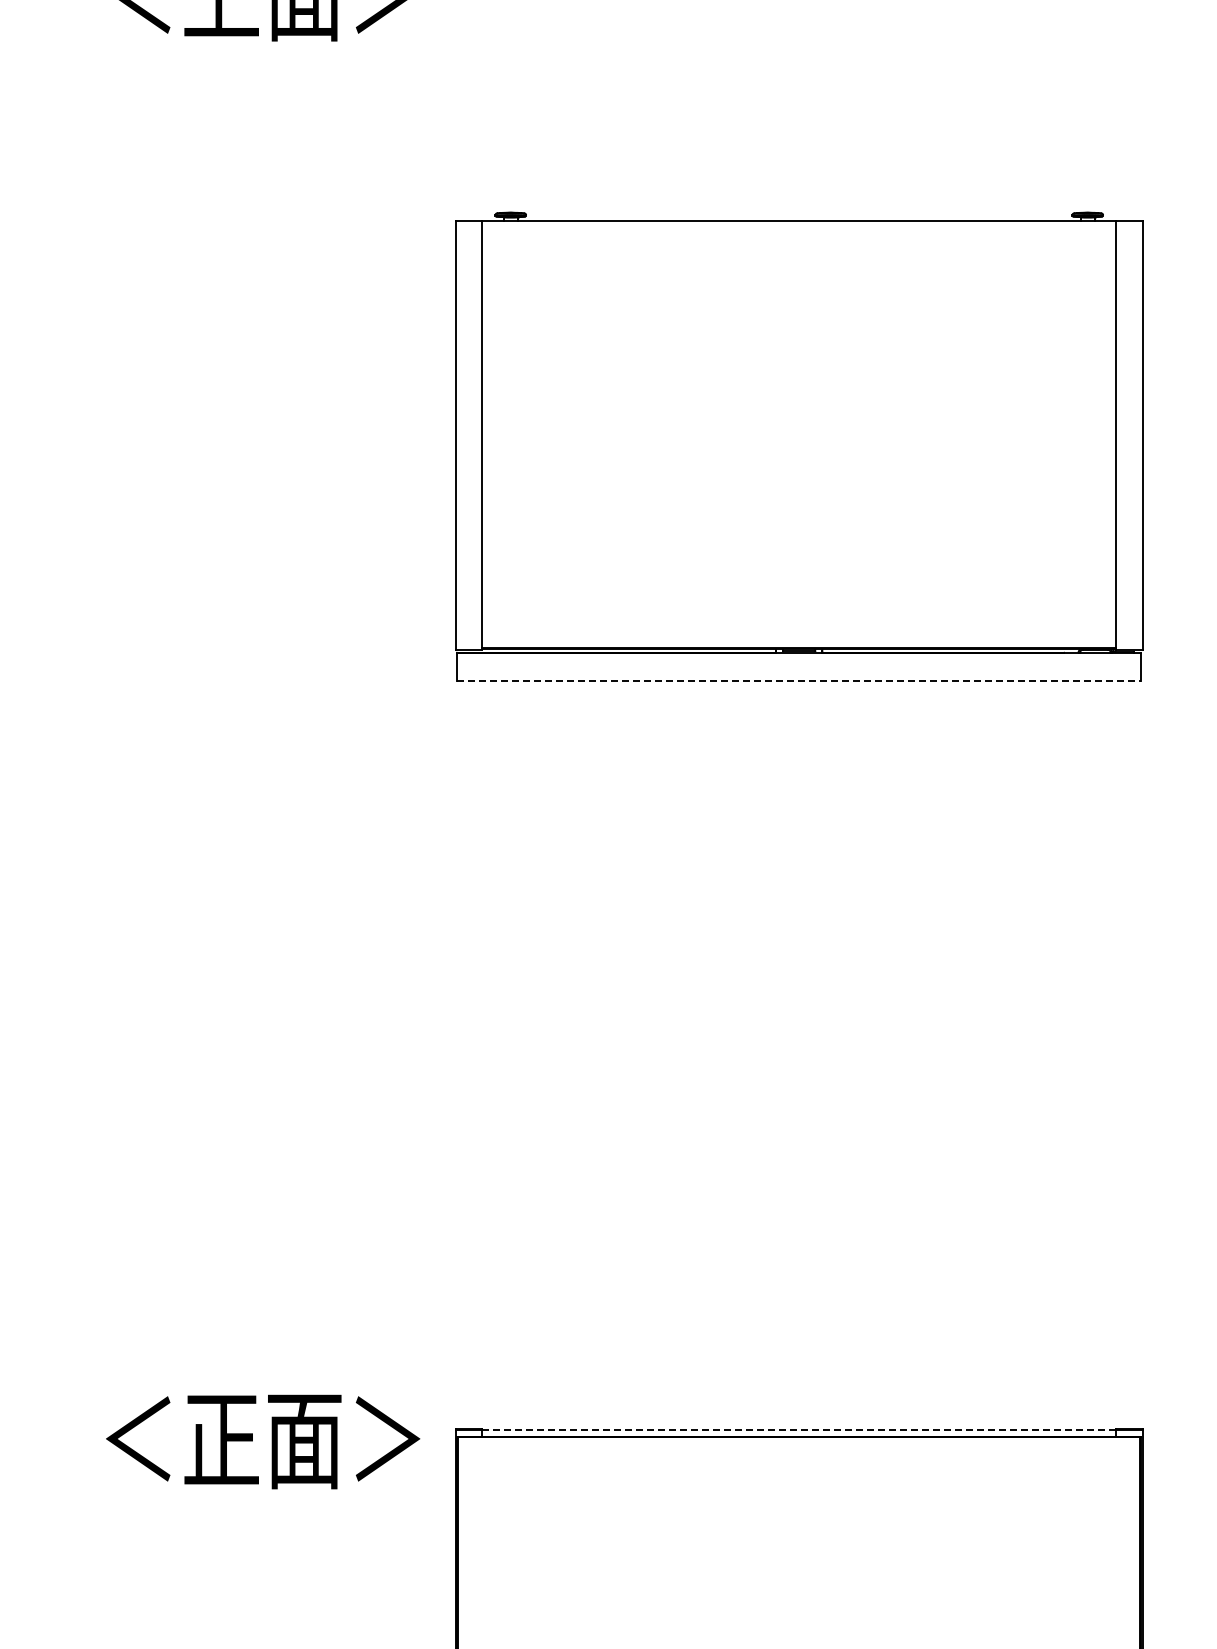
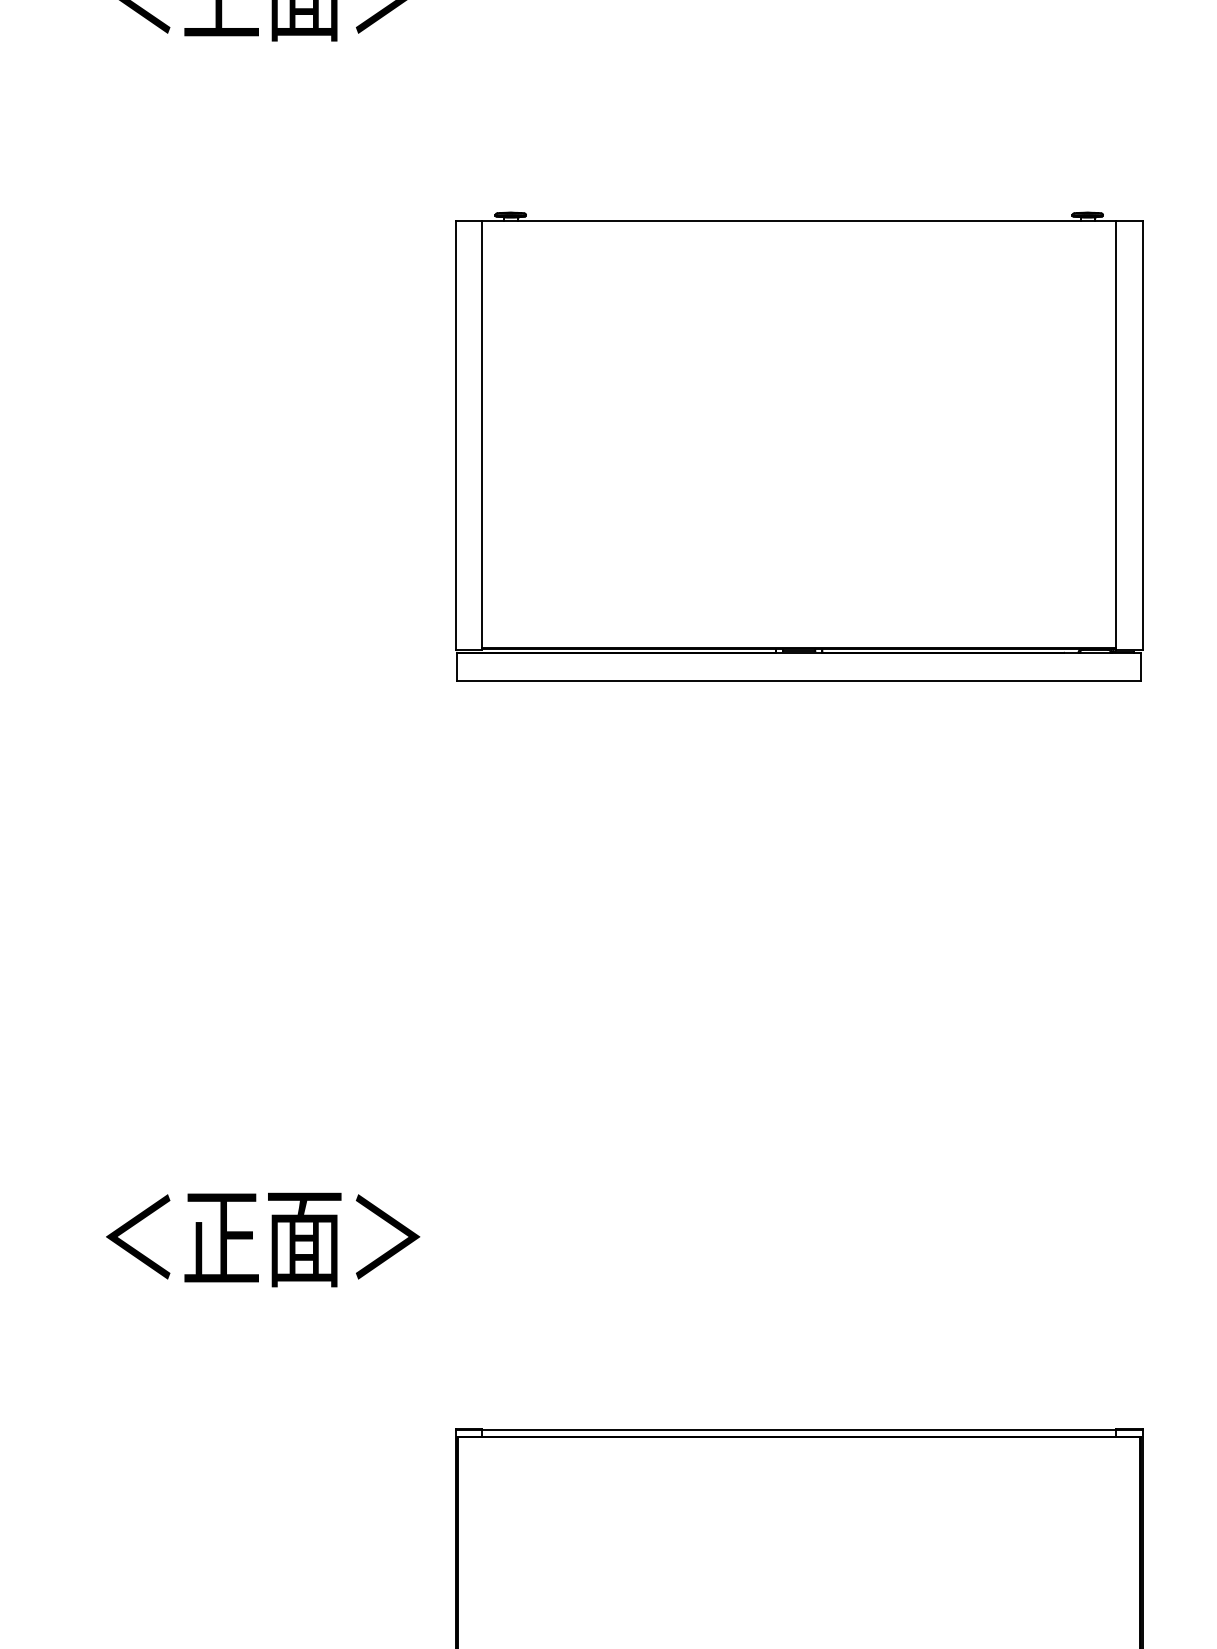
line at (798, 680): dashed -> solid
line at (799, 1430): dashed -> solid
text at (263, 1441) position: (263, 1441) -> (263, 1239)
